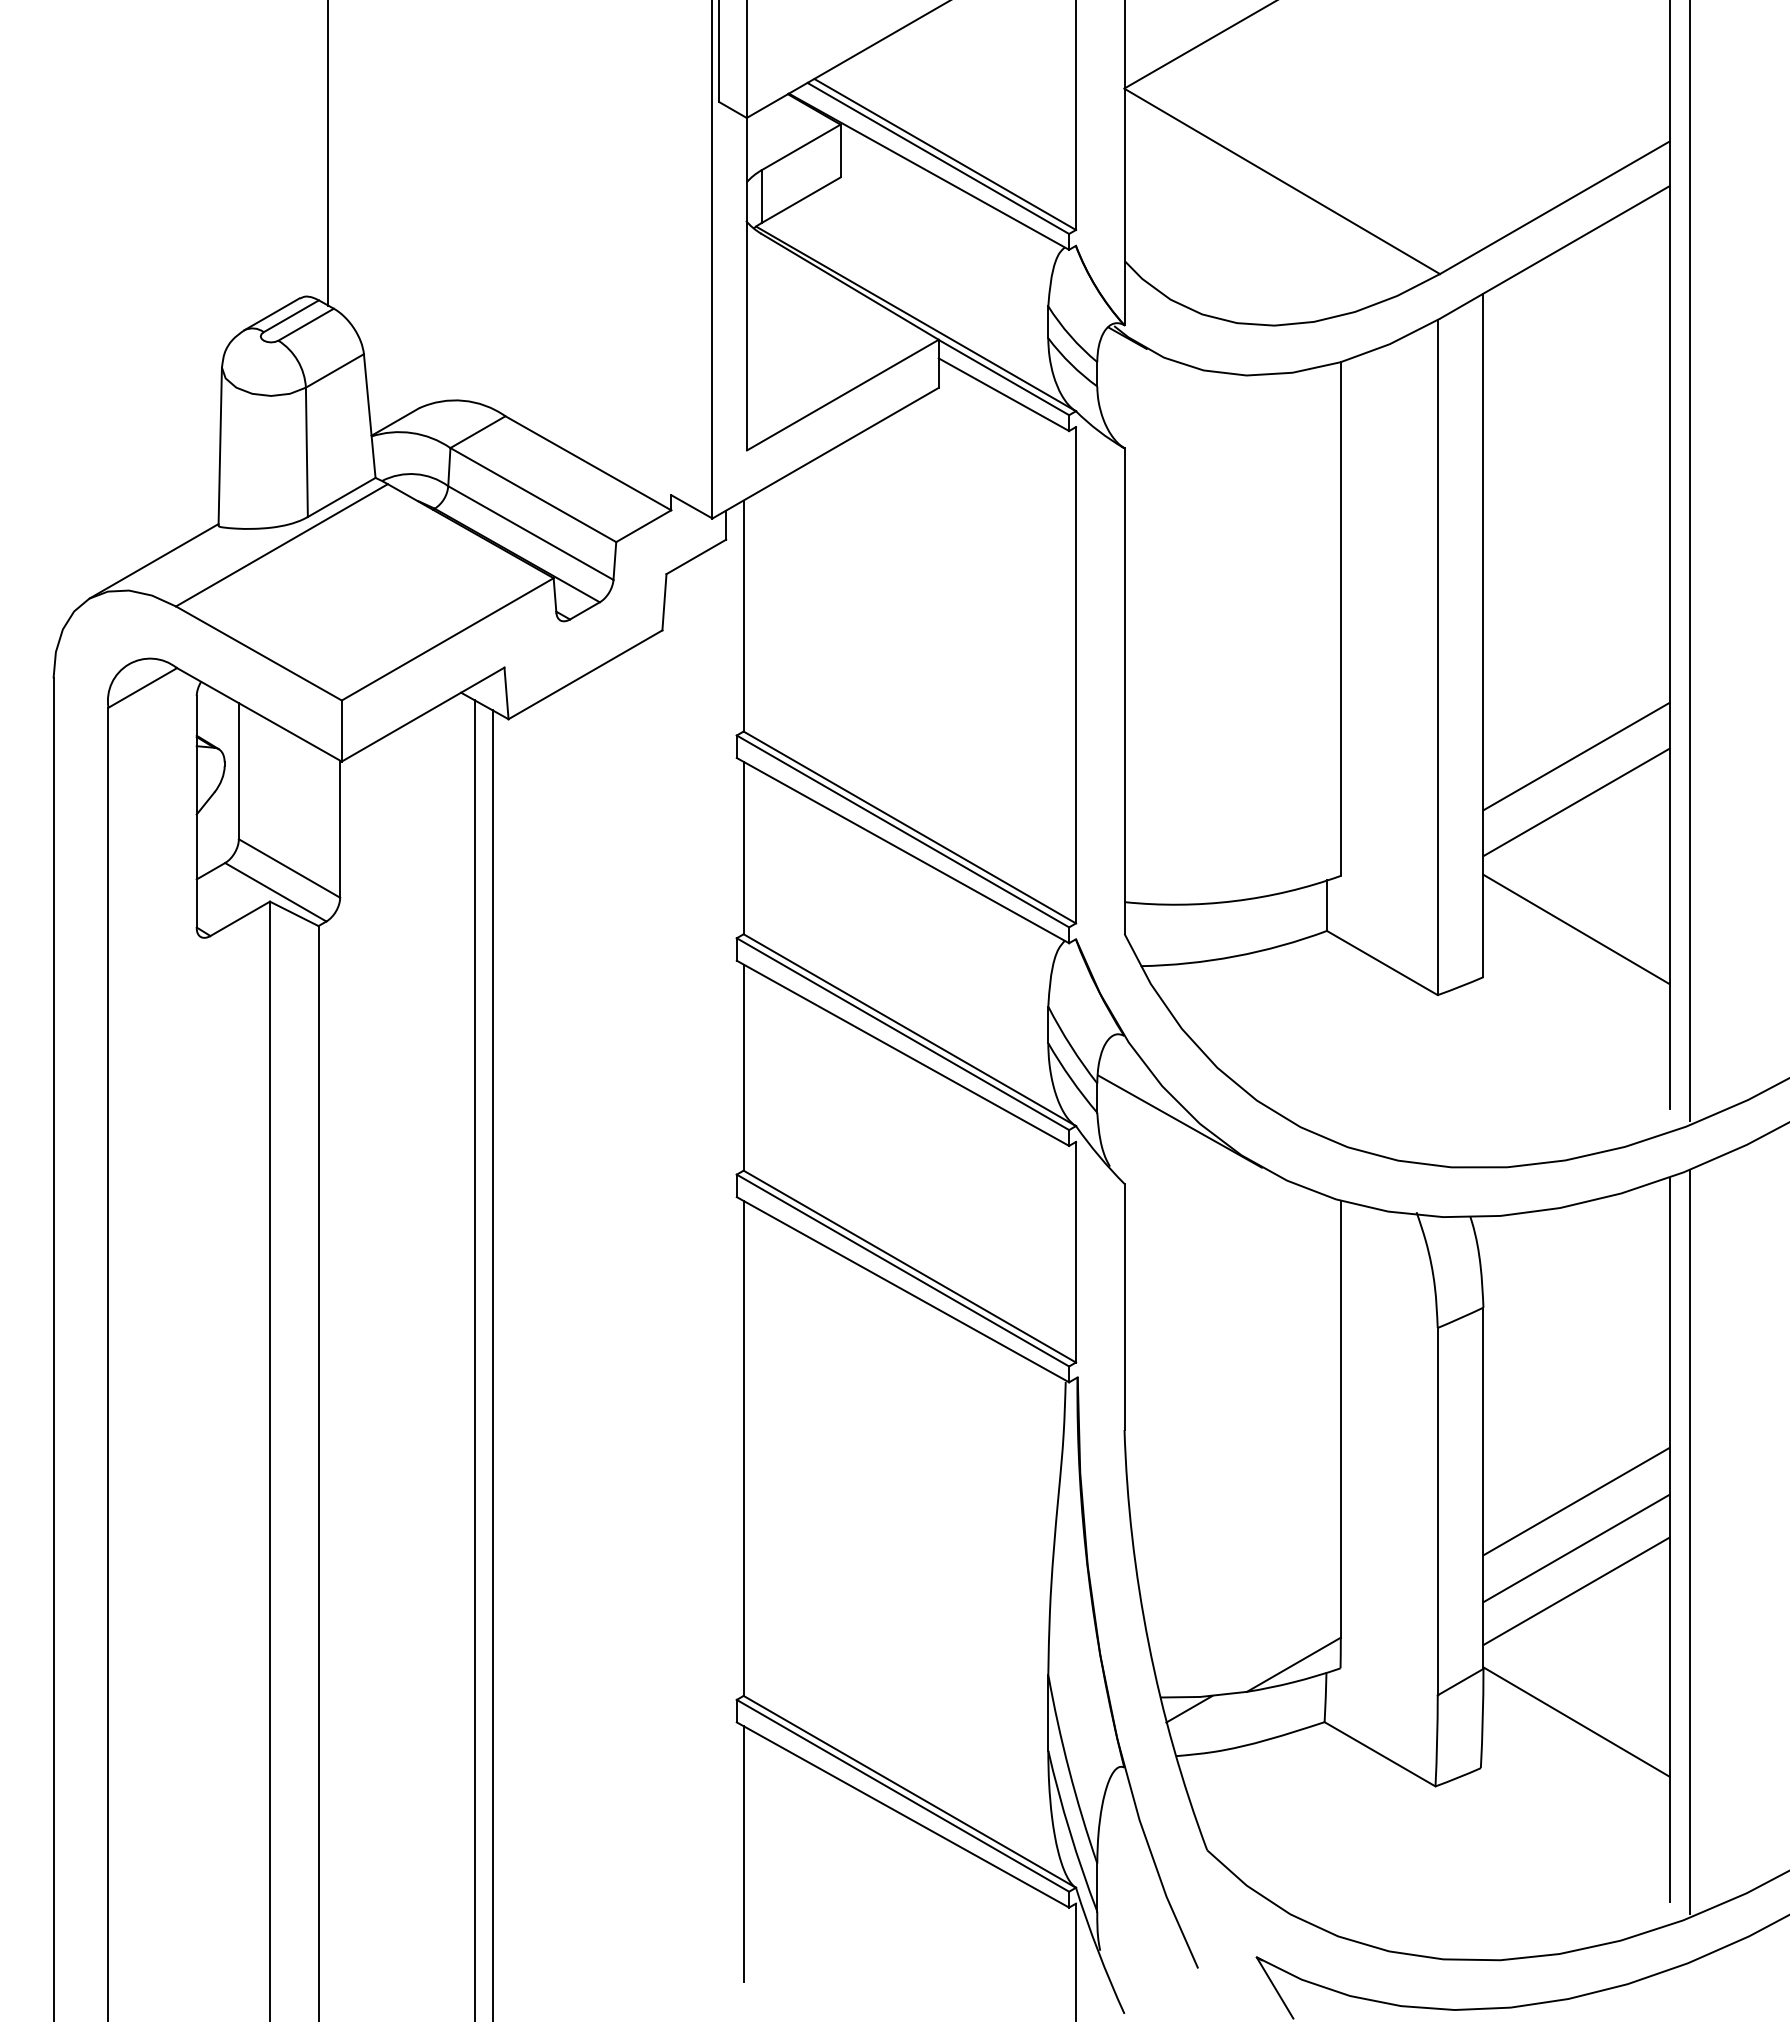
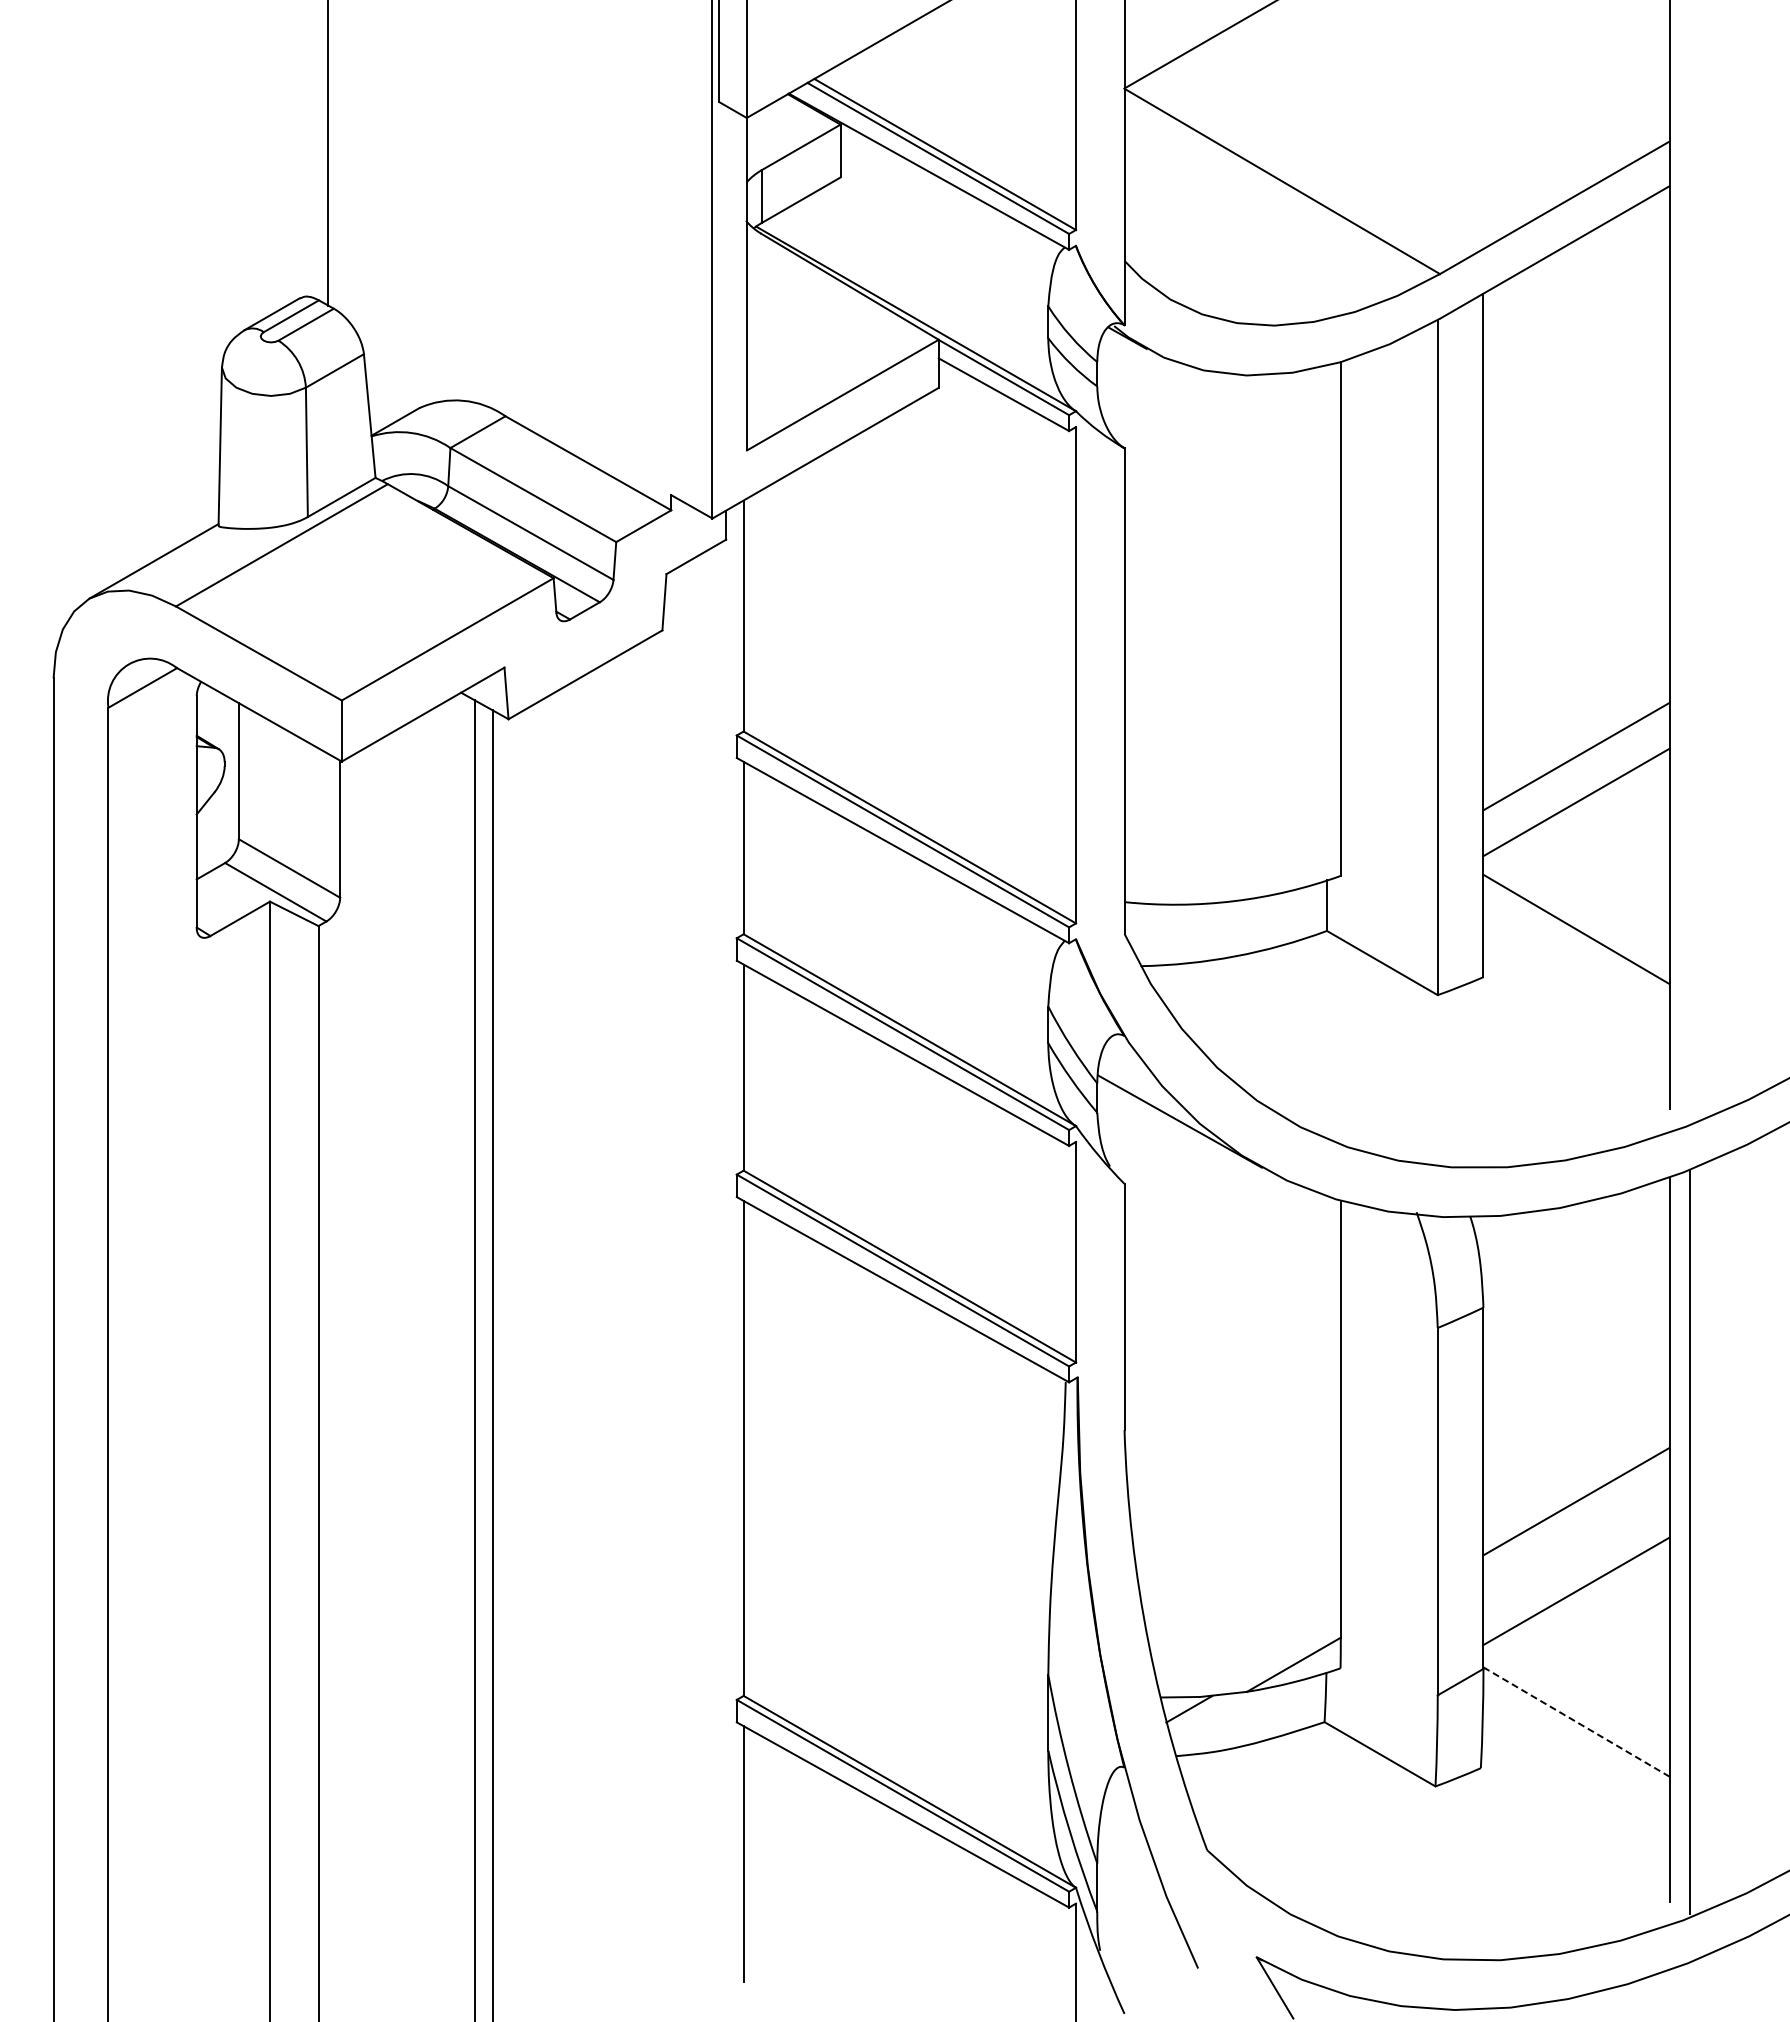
line at (1690, 561): present -> none
line at (1576, 1548): present -> none
line at (1576, 1722): solid -> dashed
